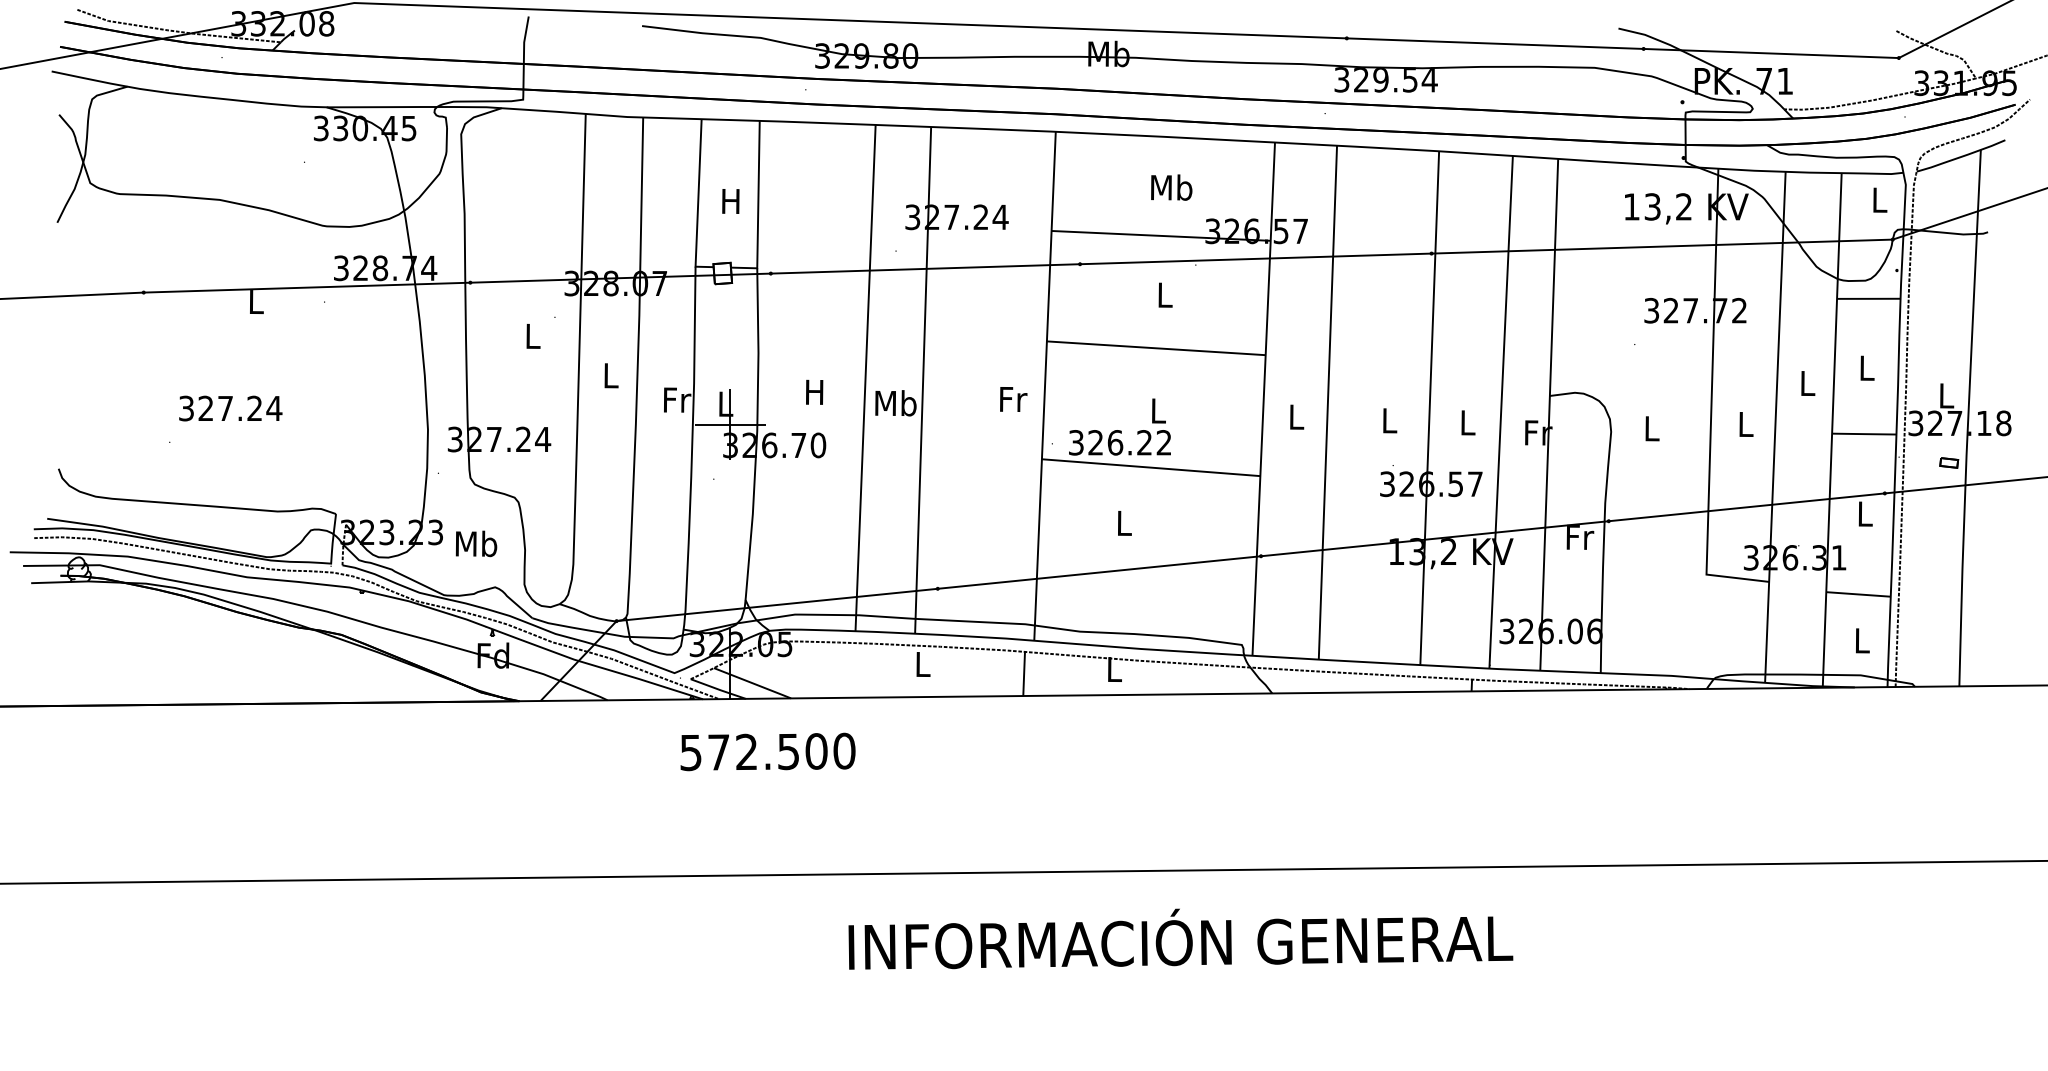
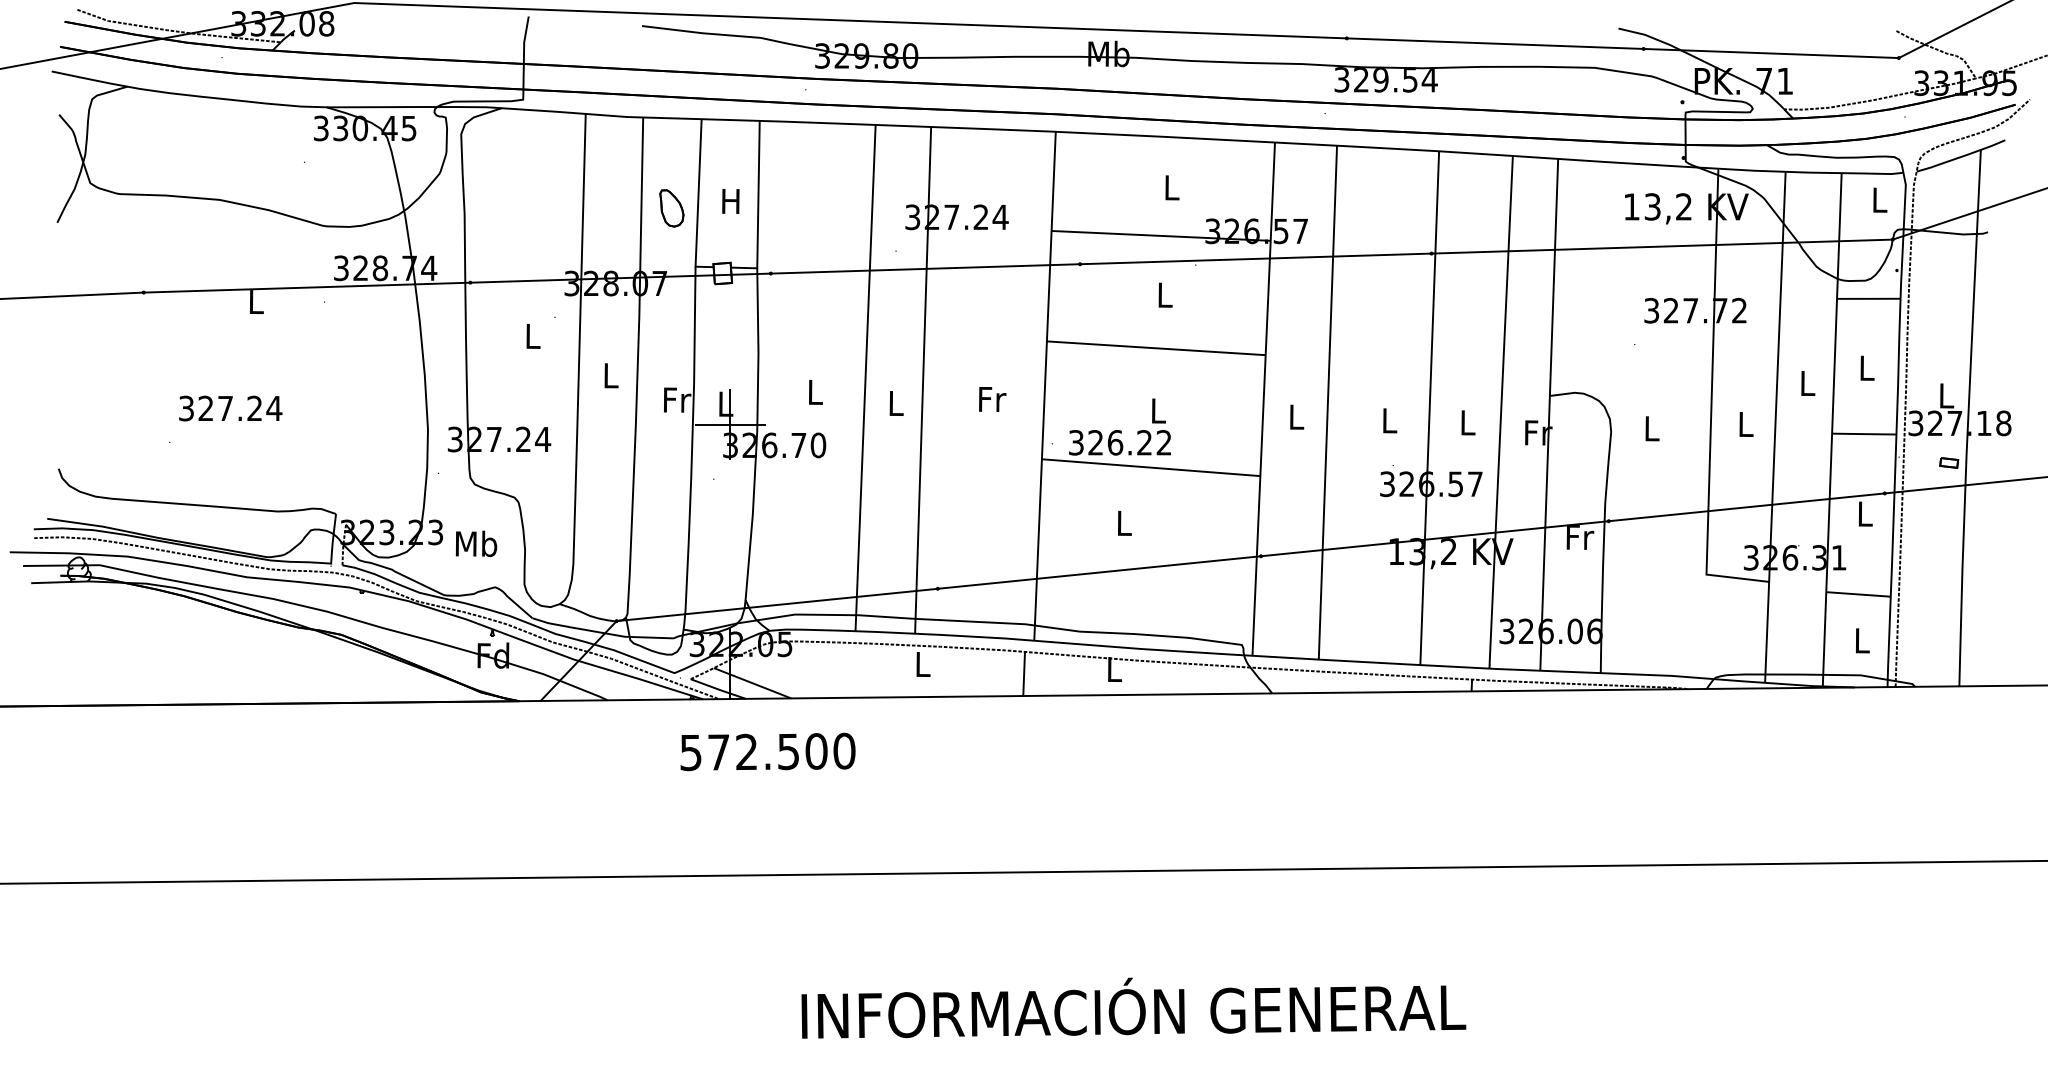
text at (1171, 187): Mb -> L
part at (671, 208): none -> present
text at (814, 391): H -> L
text at (1013, 399) position: (1013, 399) -> (992, 399)
text at (895, 403): Mb -> L
text at (1180, 938) position: (1180, 938) -> (1133, 1007)
